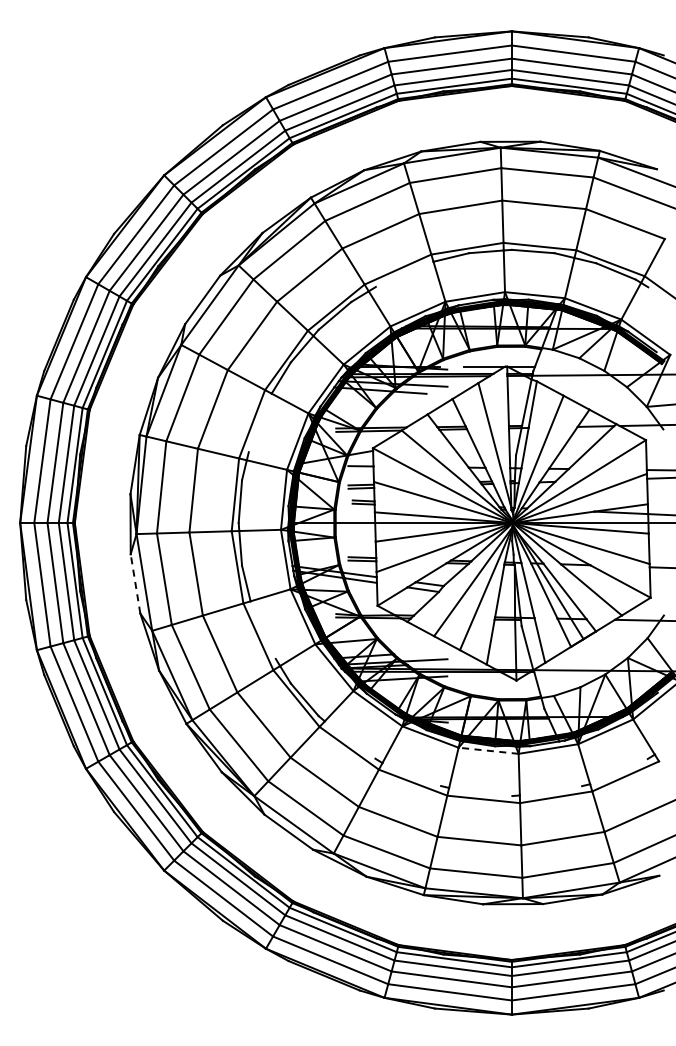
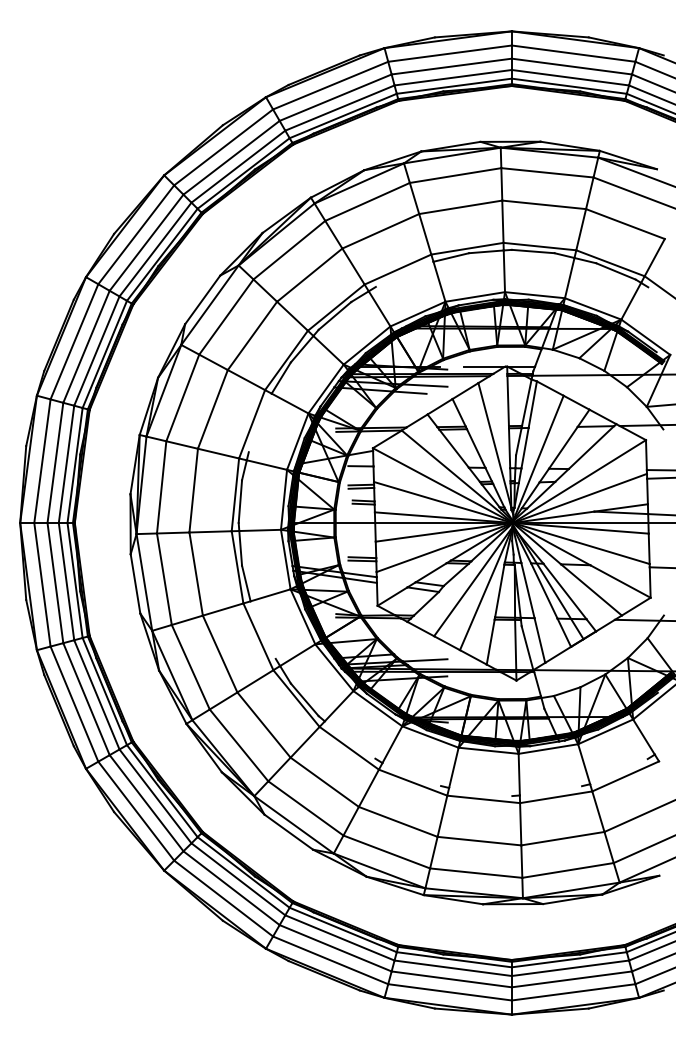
line at (135, 583): dashed -> solid
line at (488, 750): dashed -> solid
